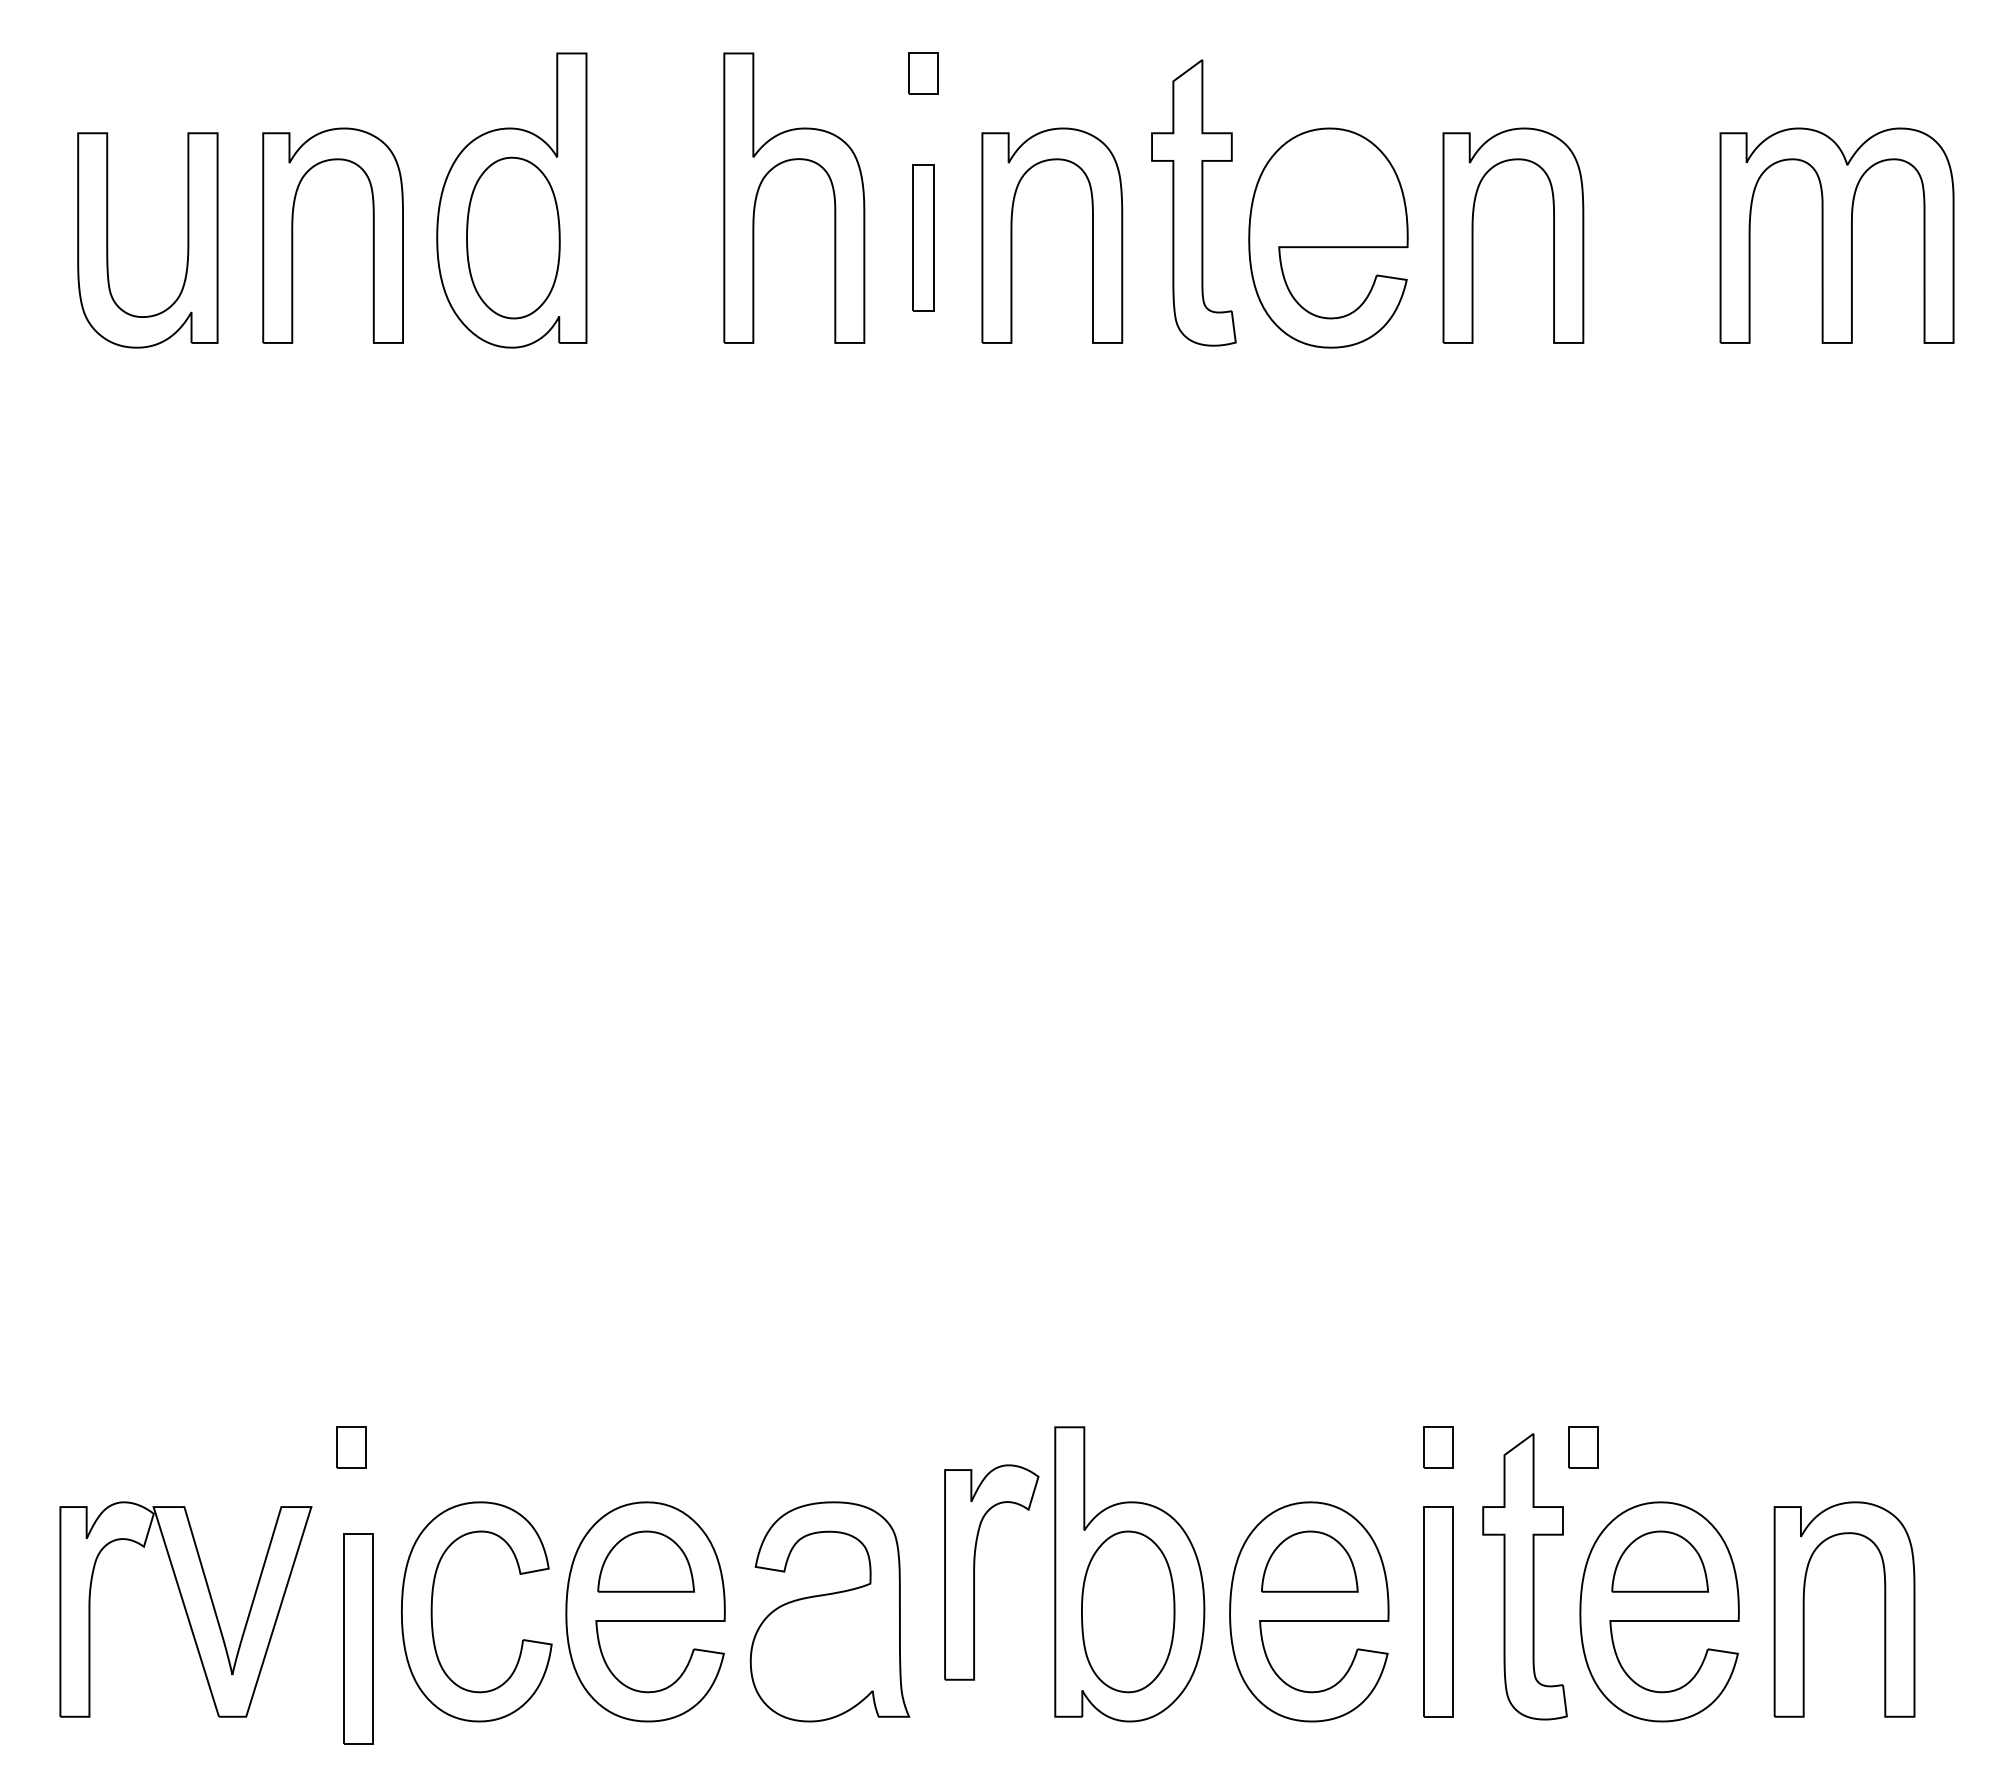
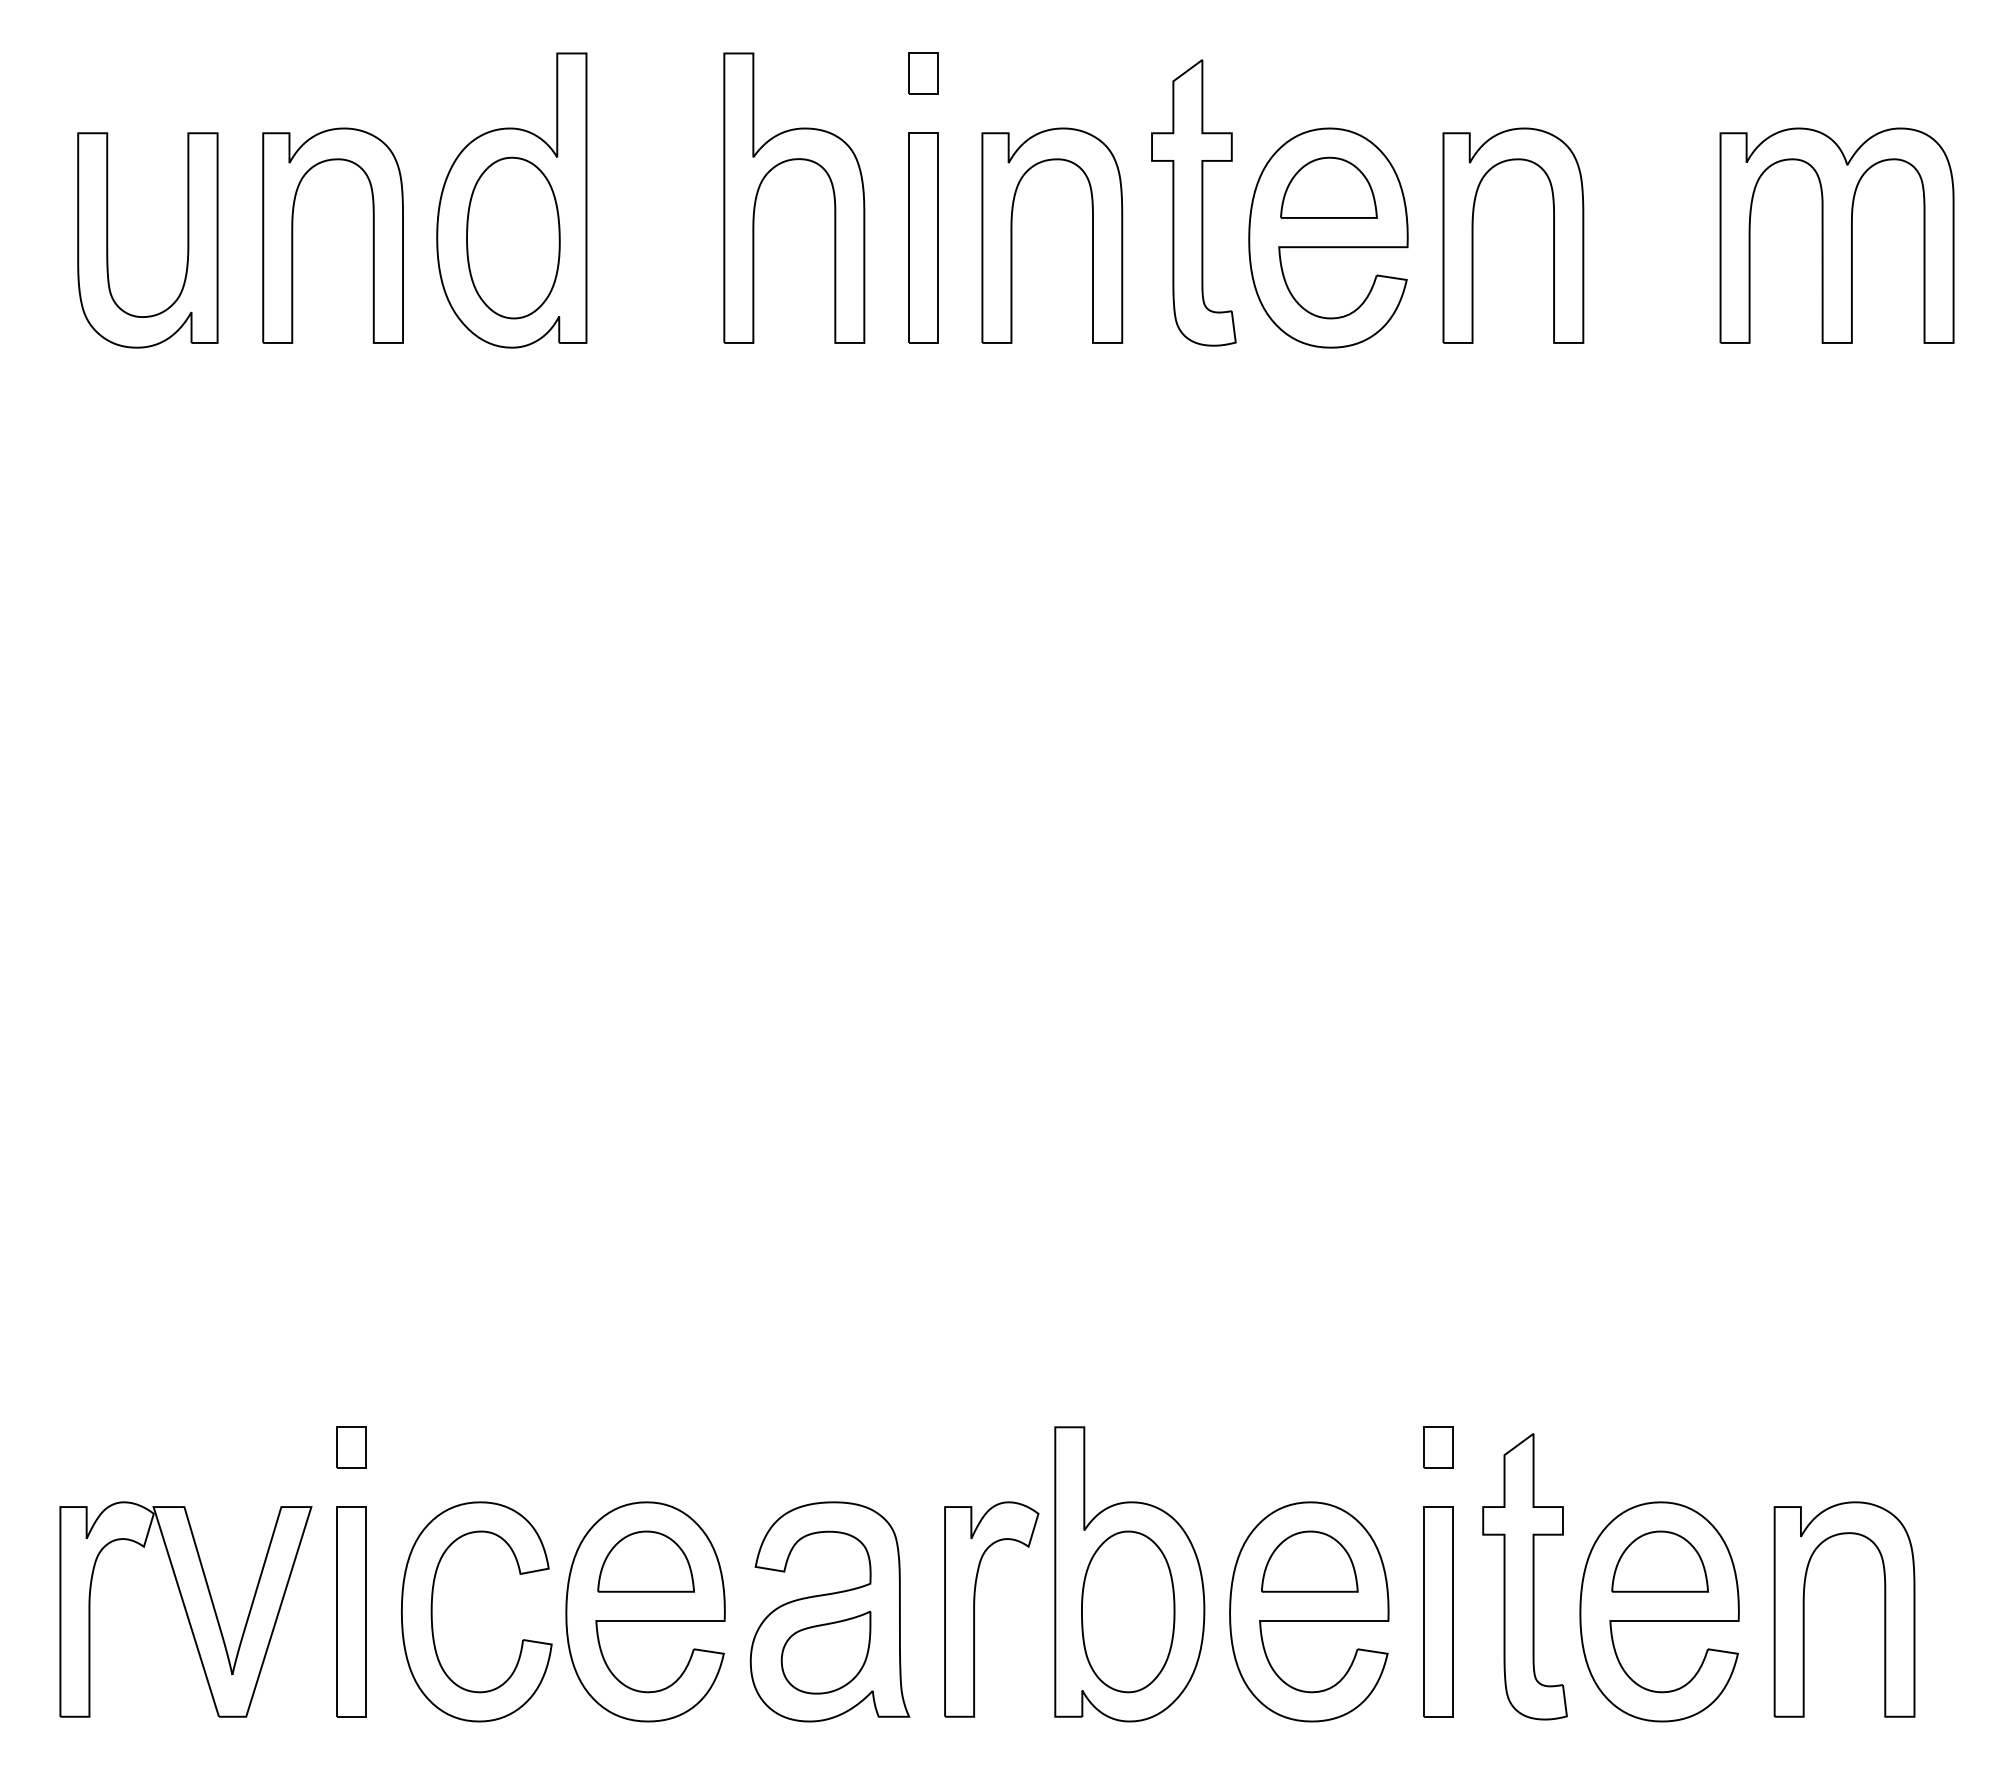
part at (1328, 187): none -> present
part at (923, 237) size: 23x148 px -> 31x212 px
part at (1583, 1447): present -> none
part at (974, 1572) position: (974, 1572) -> (974, 1609)
part at (358, 1638) position: (358, 1638) -> (351, 1611)
part at (825, 1652): none -> present
